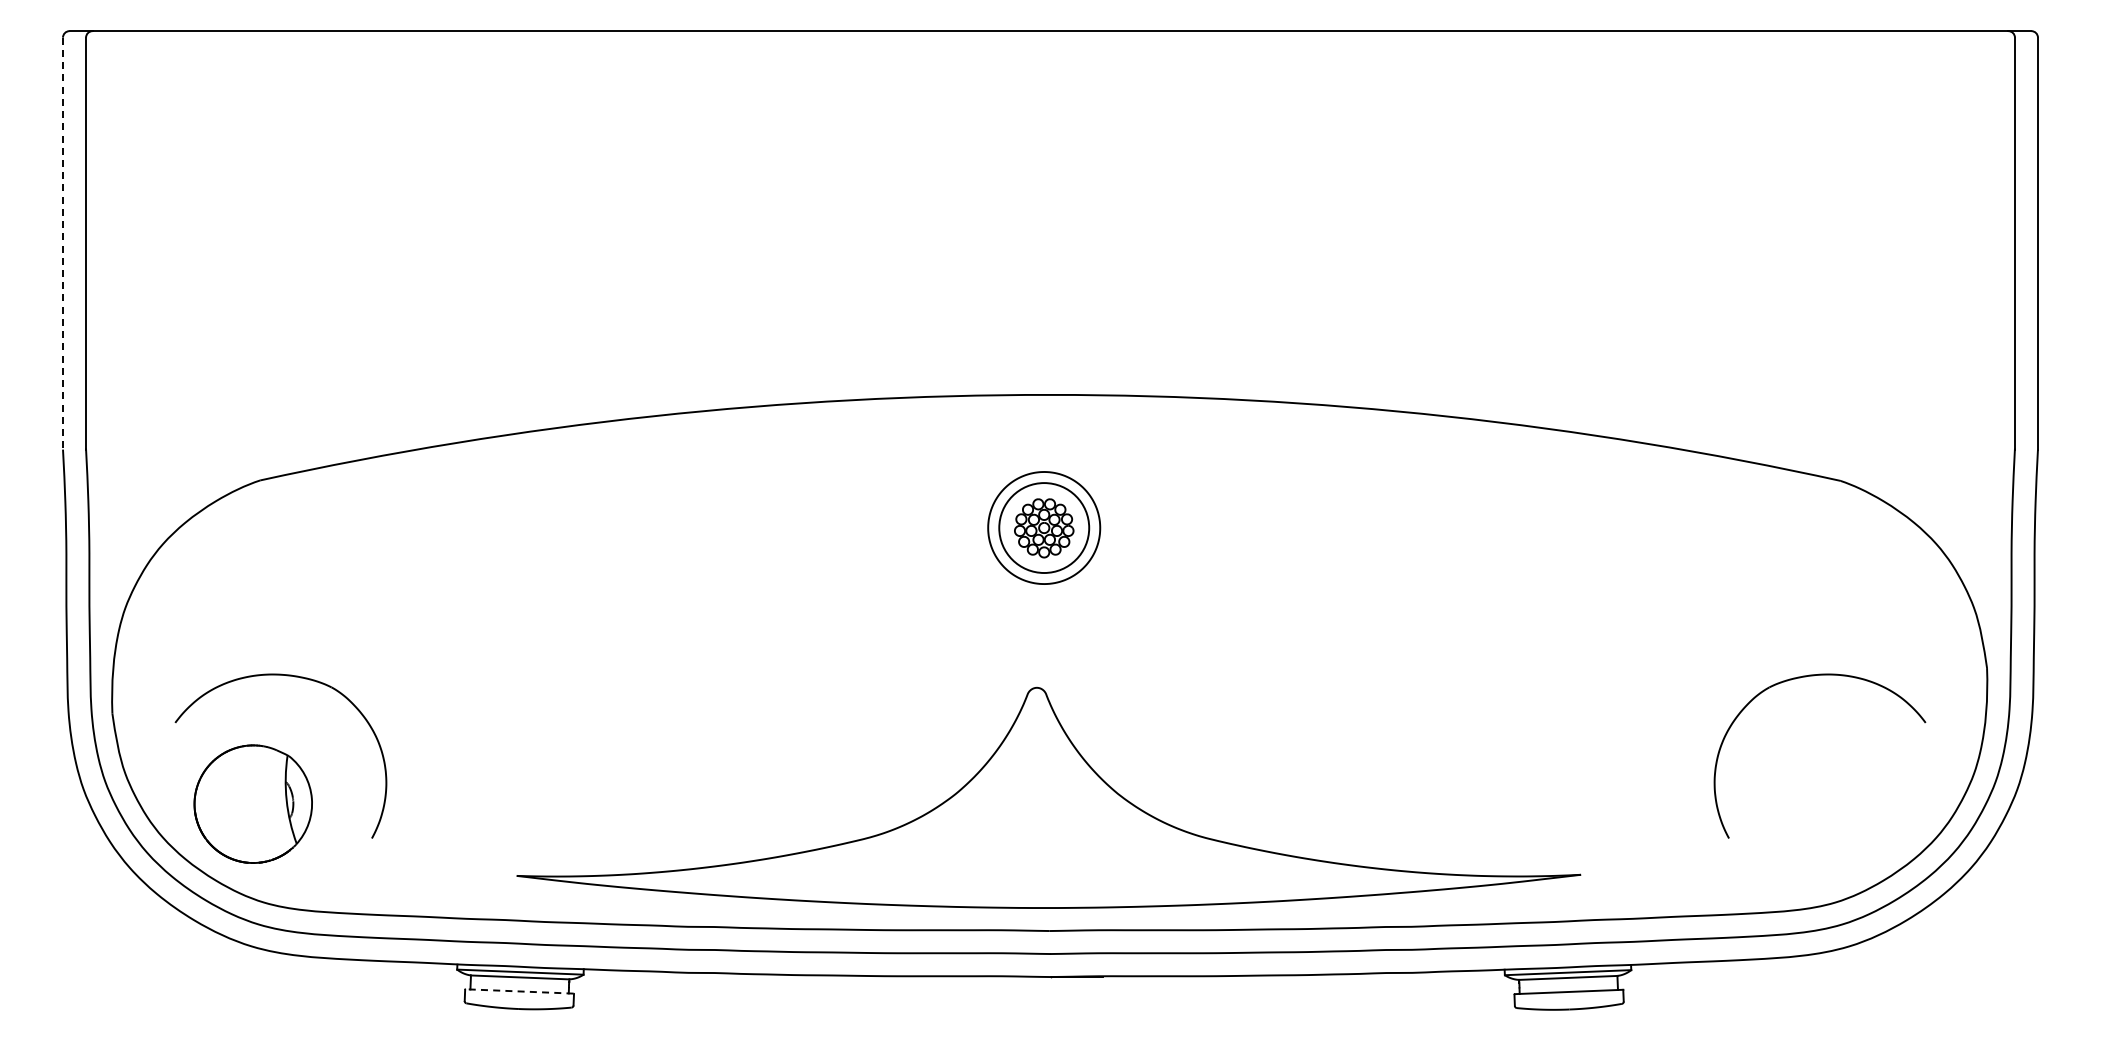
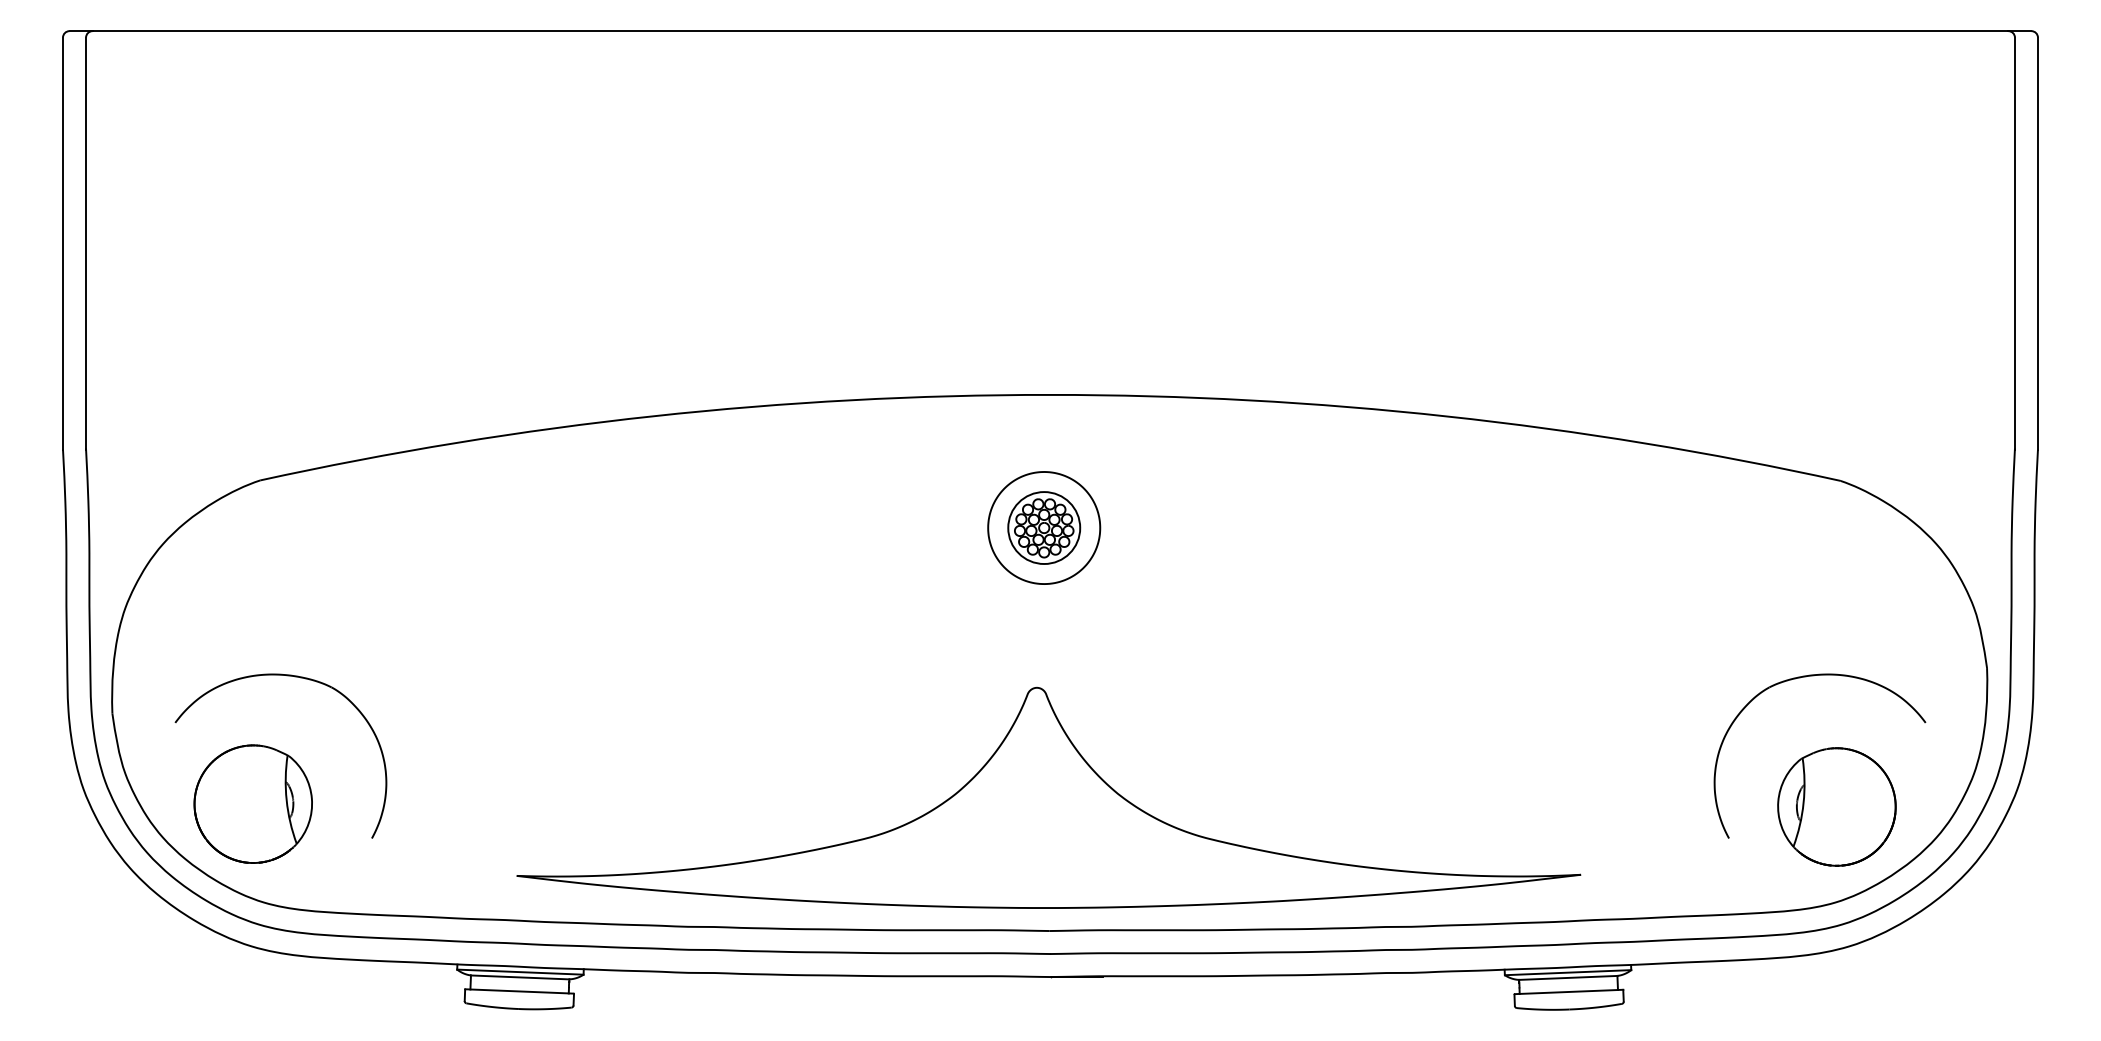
line at (63, 243): dashed -> solid
circle at (1044, 528) diameter: 90 px -> 72 px
part at (1836, 806): none -> present
line at (518, 991): dashed -> solid
